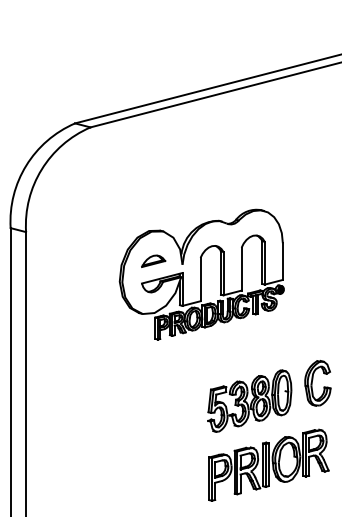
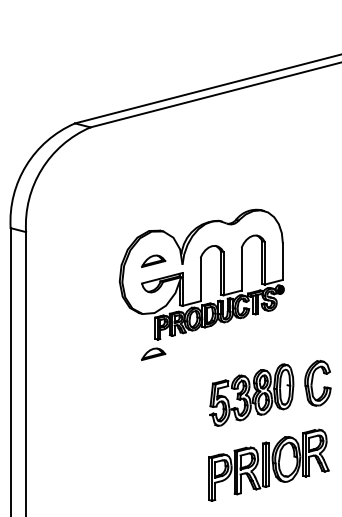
part at (153, 353): none -> present
part at (249, 400) position: (249, 400) -> (251, 394)
